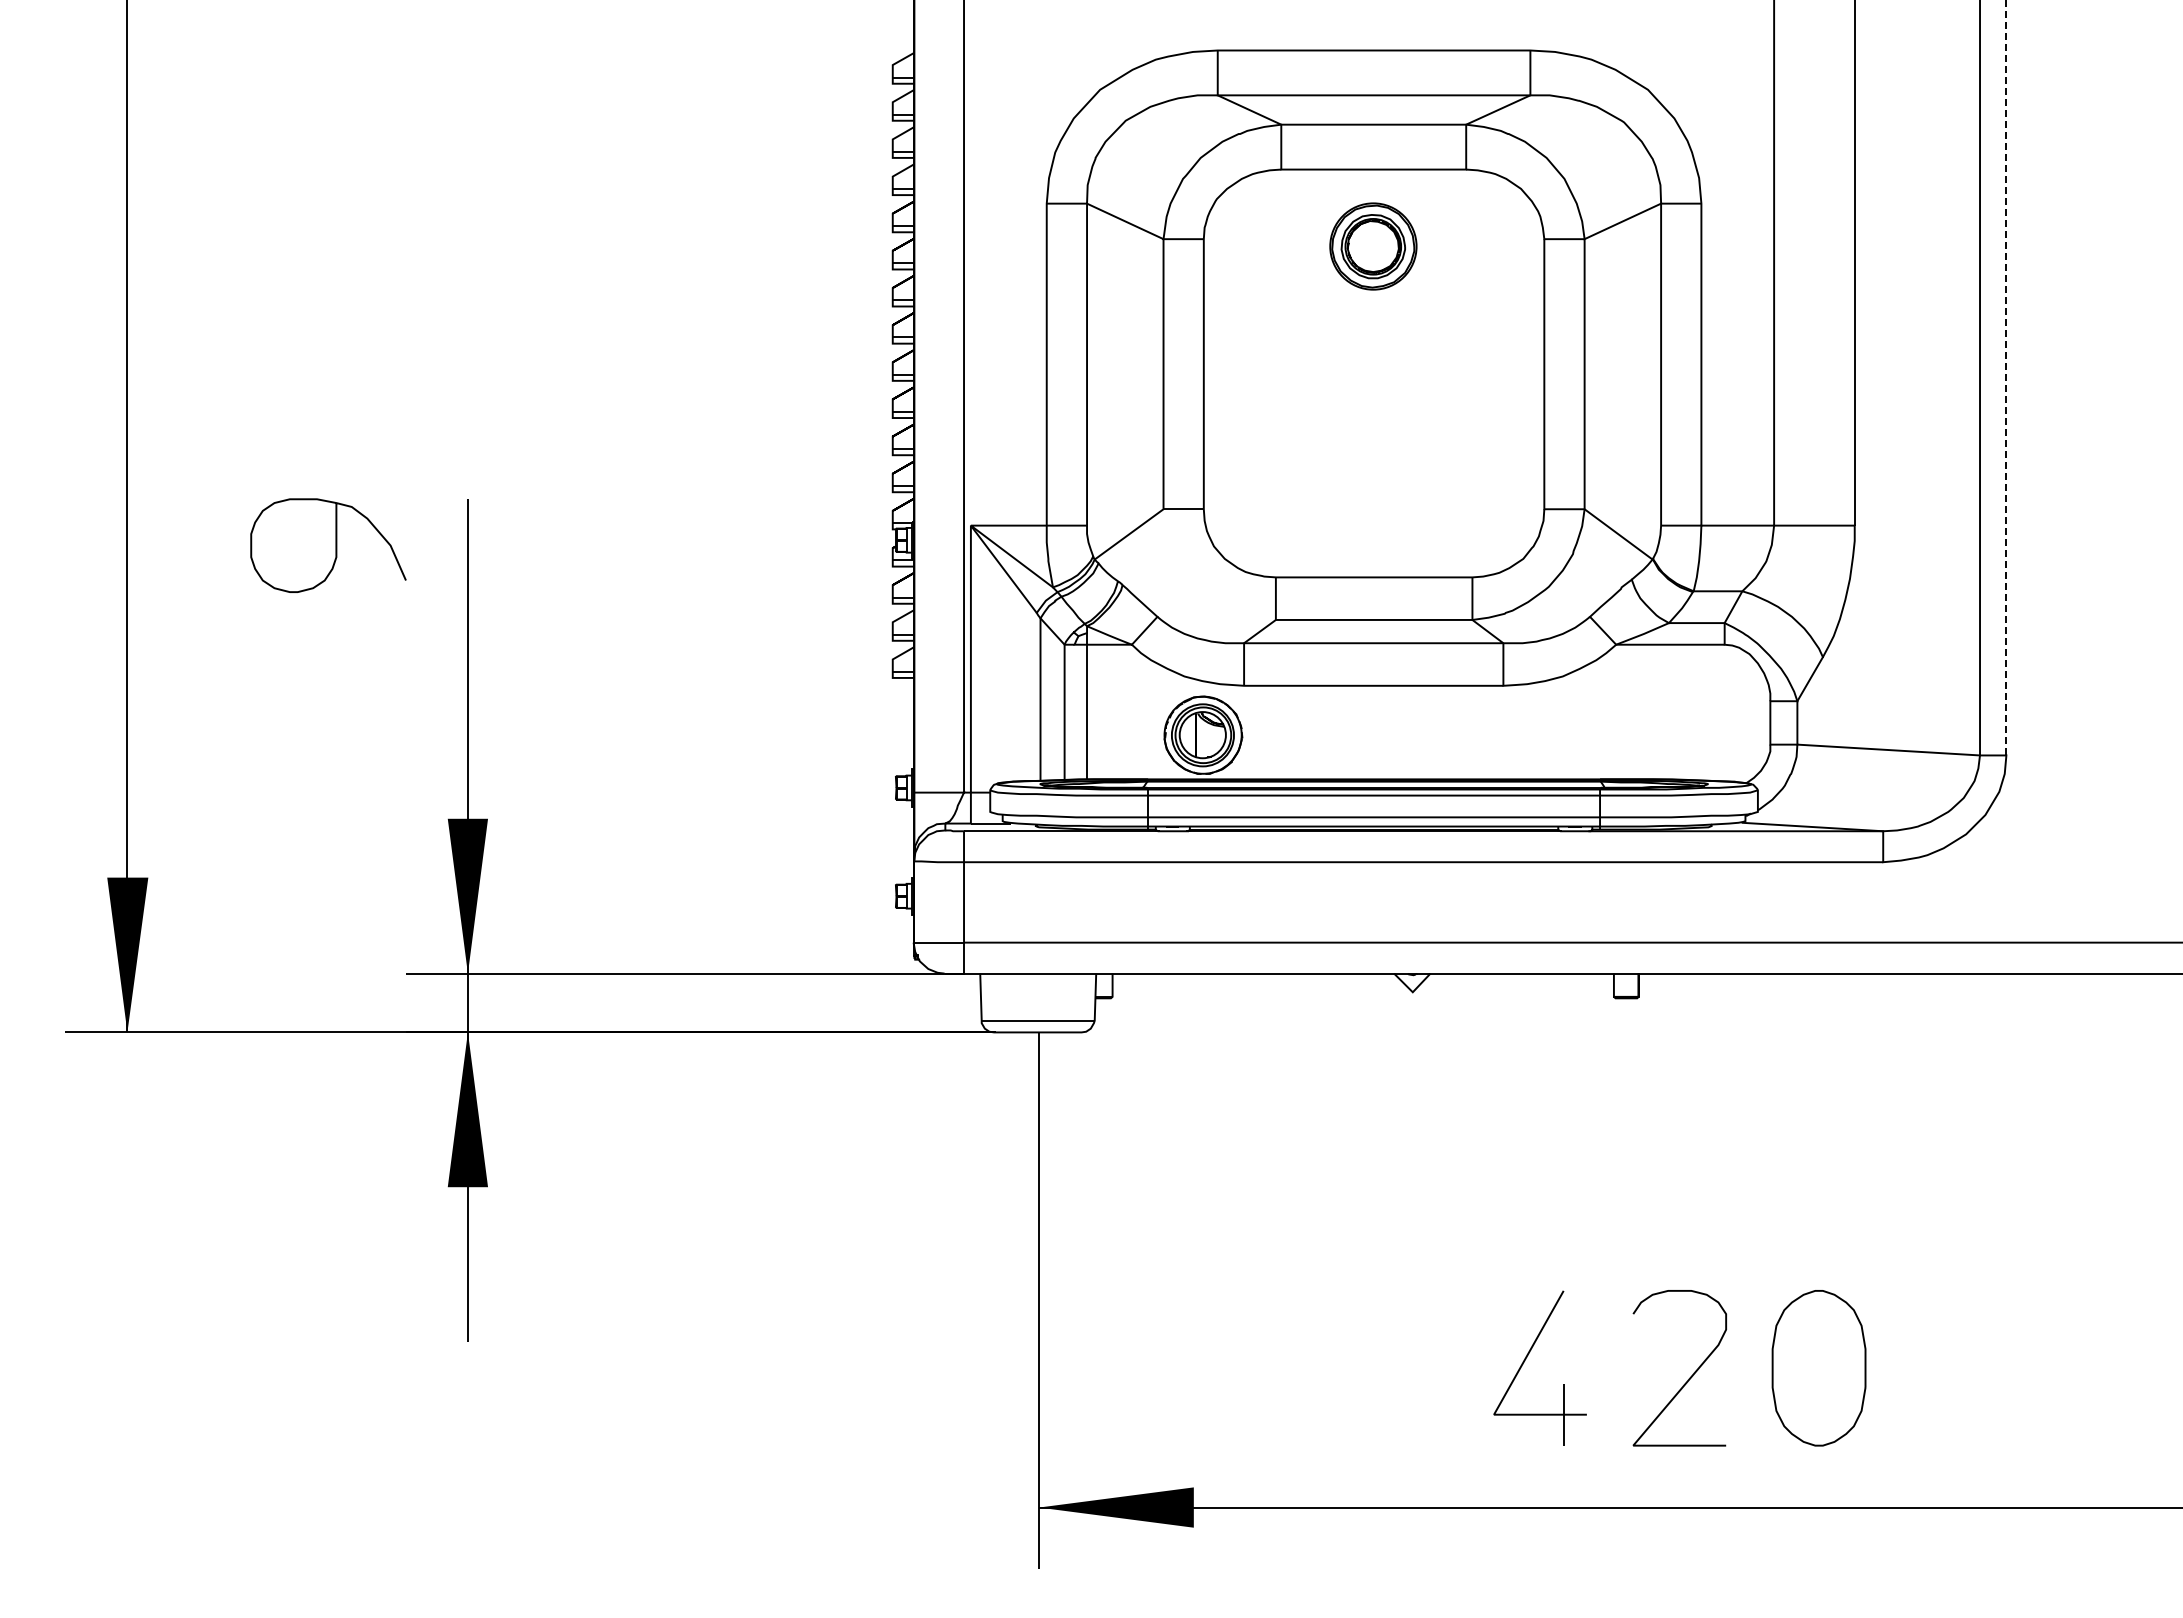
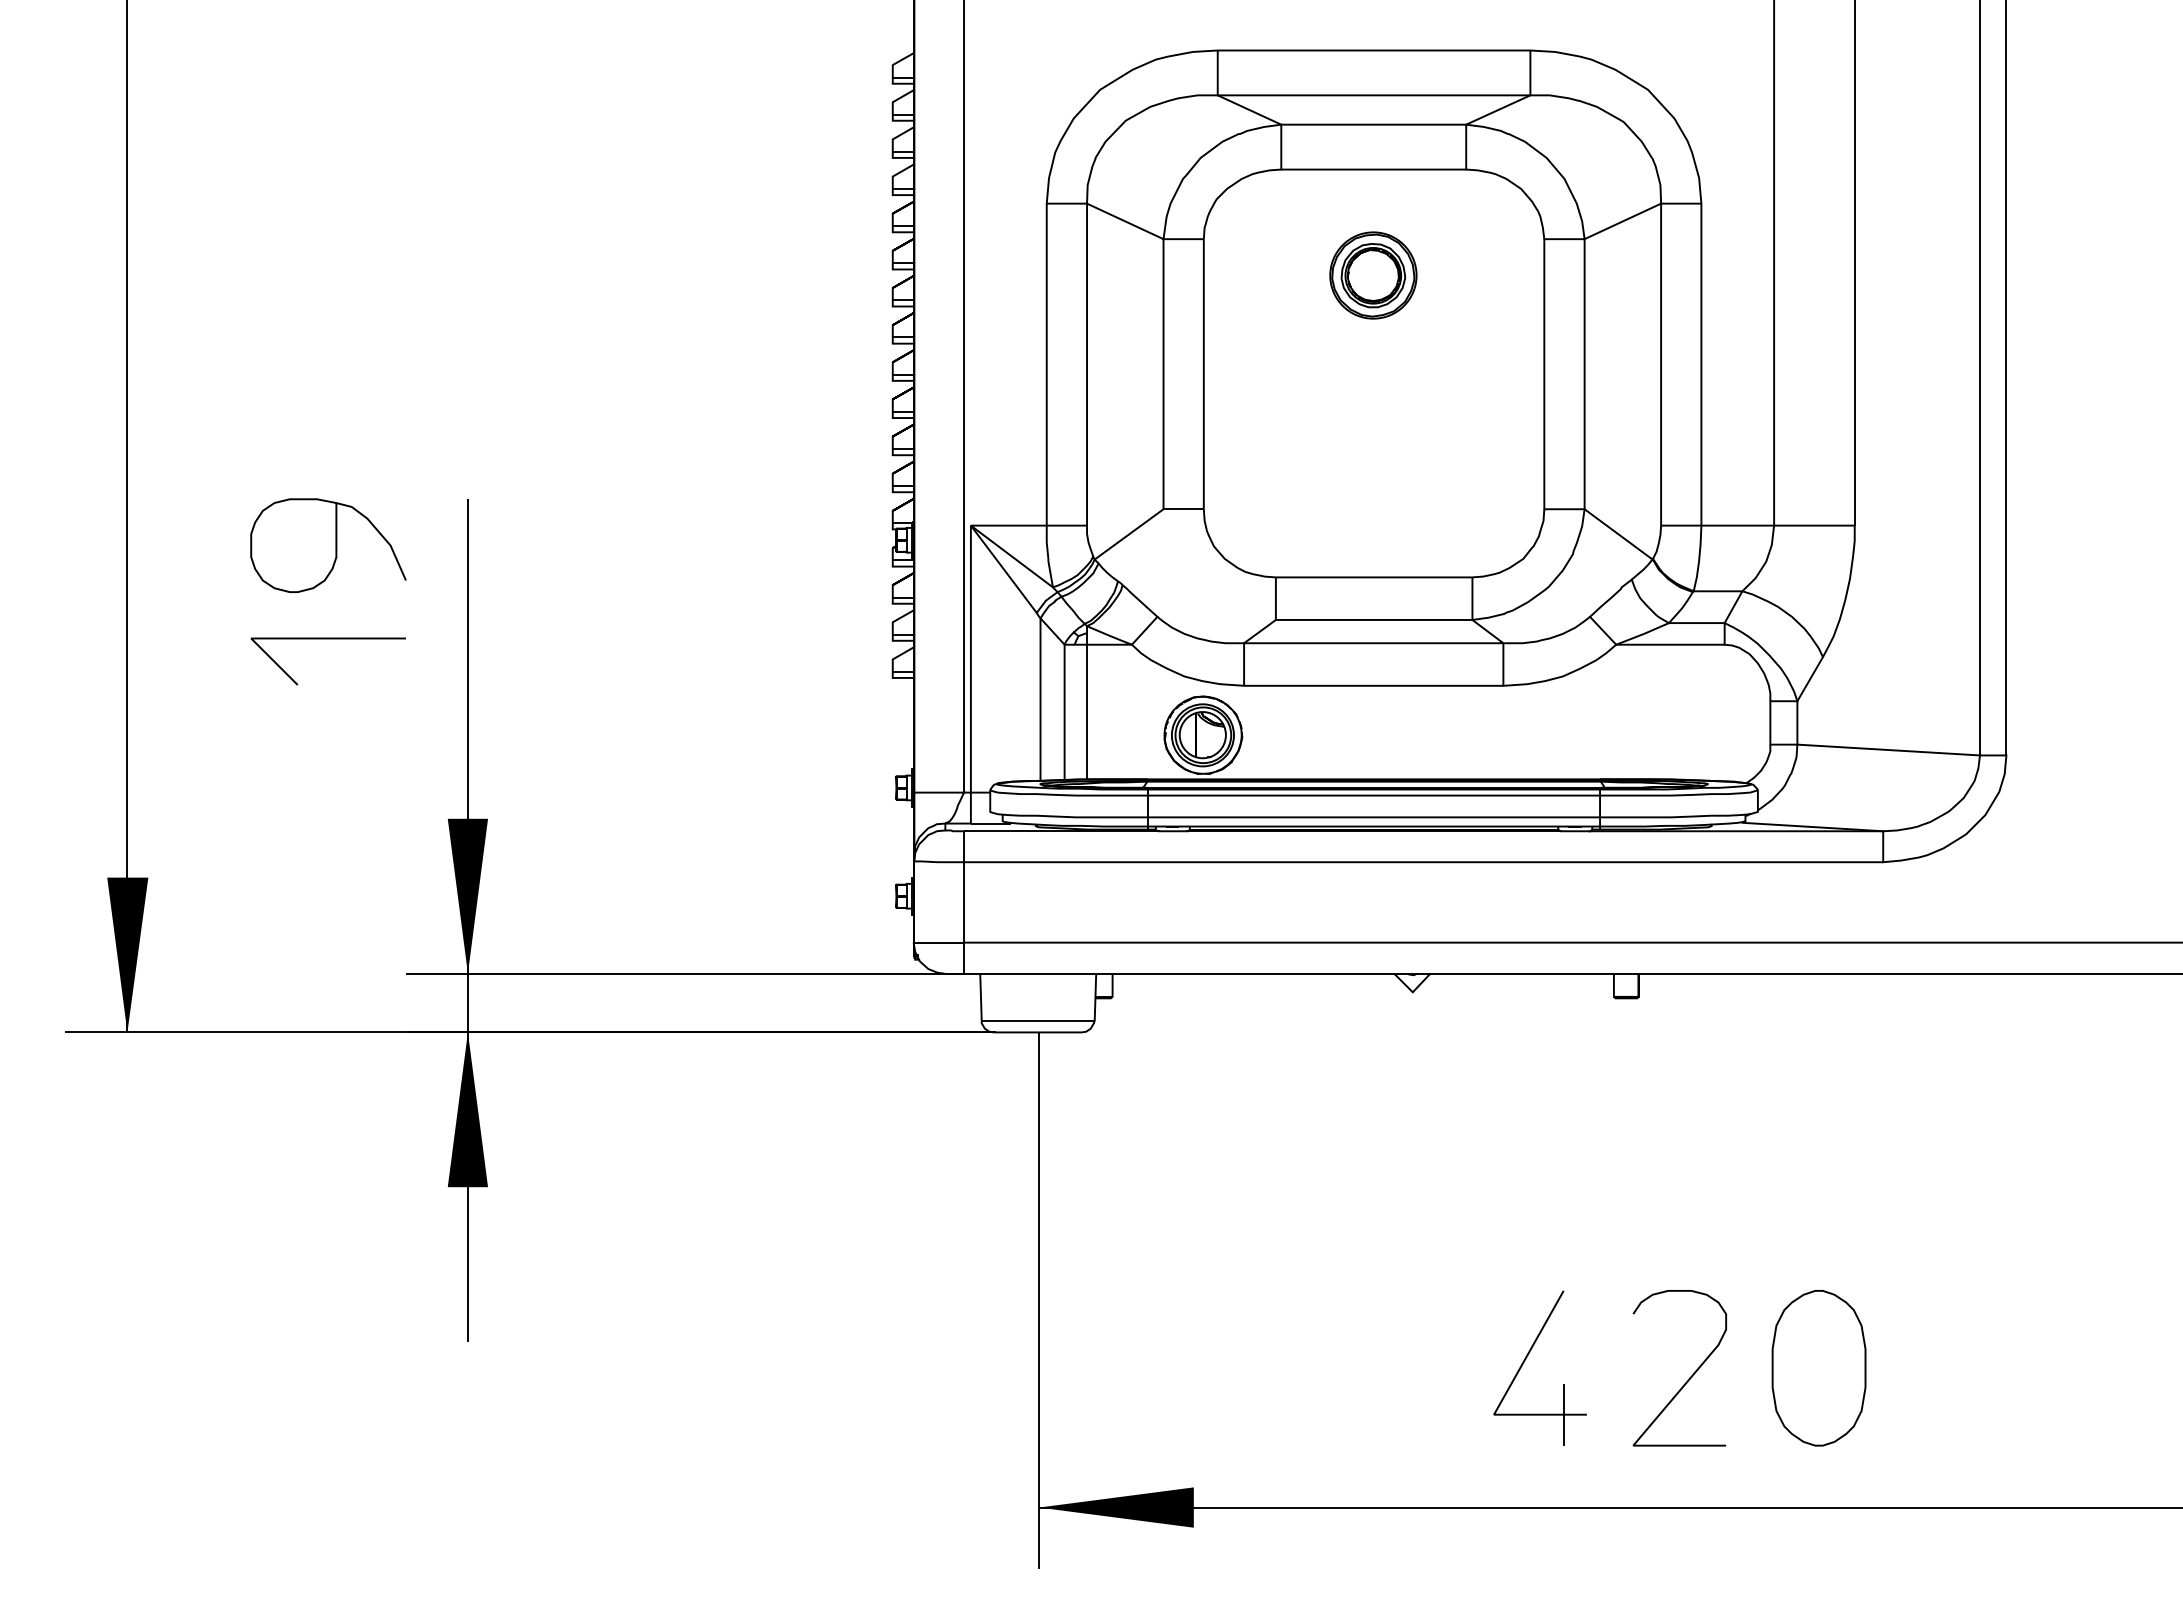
part at (1373, 246) position: (1373, 246) -> (1373, 275)
line at (2006, 377): dashed -> solid
line at (327, 639): none -> present
